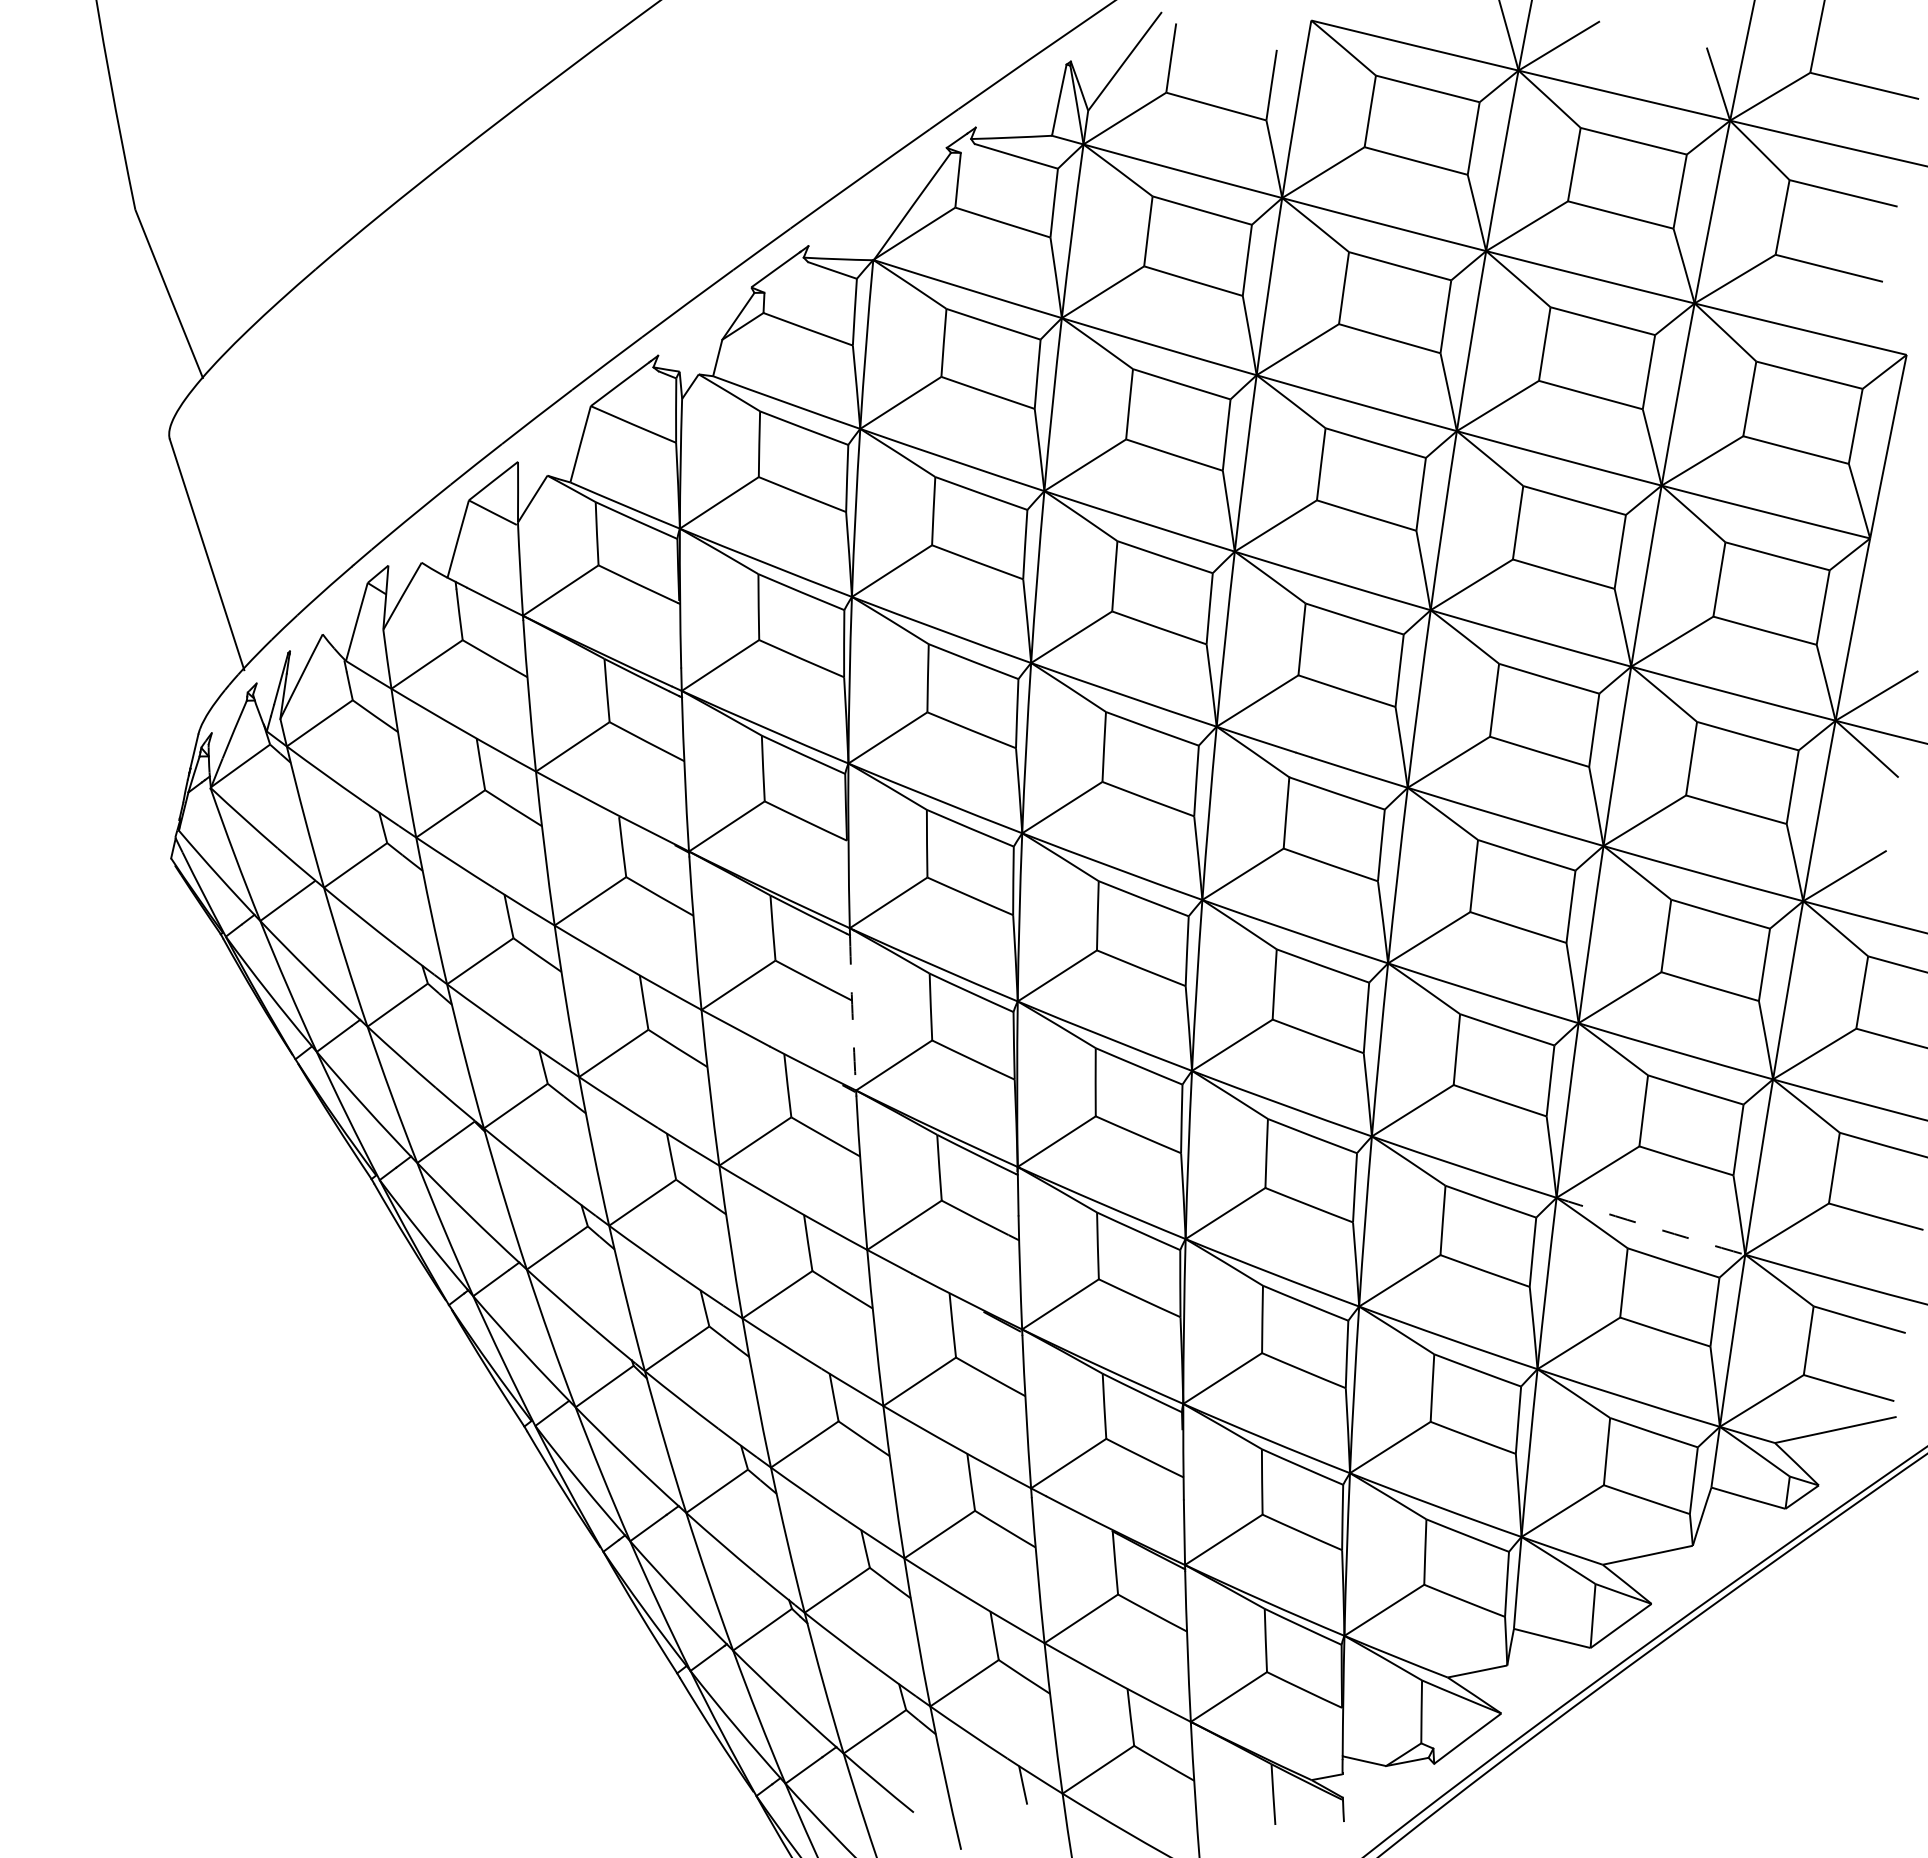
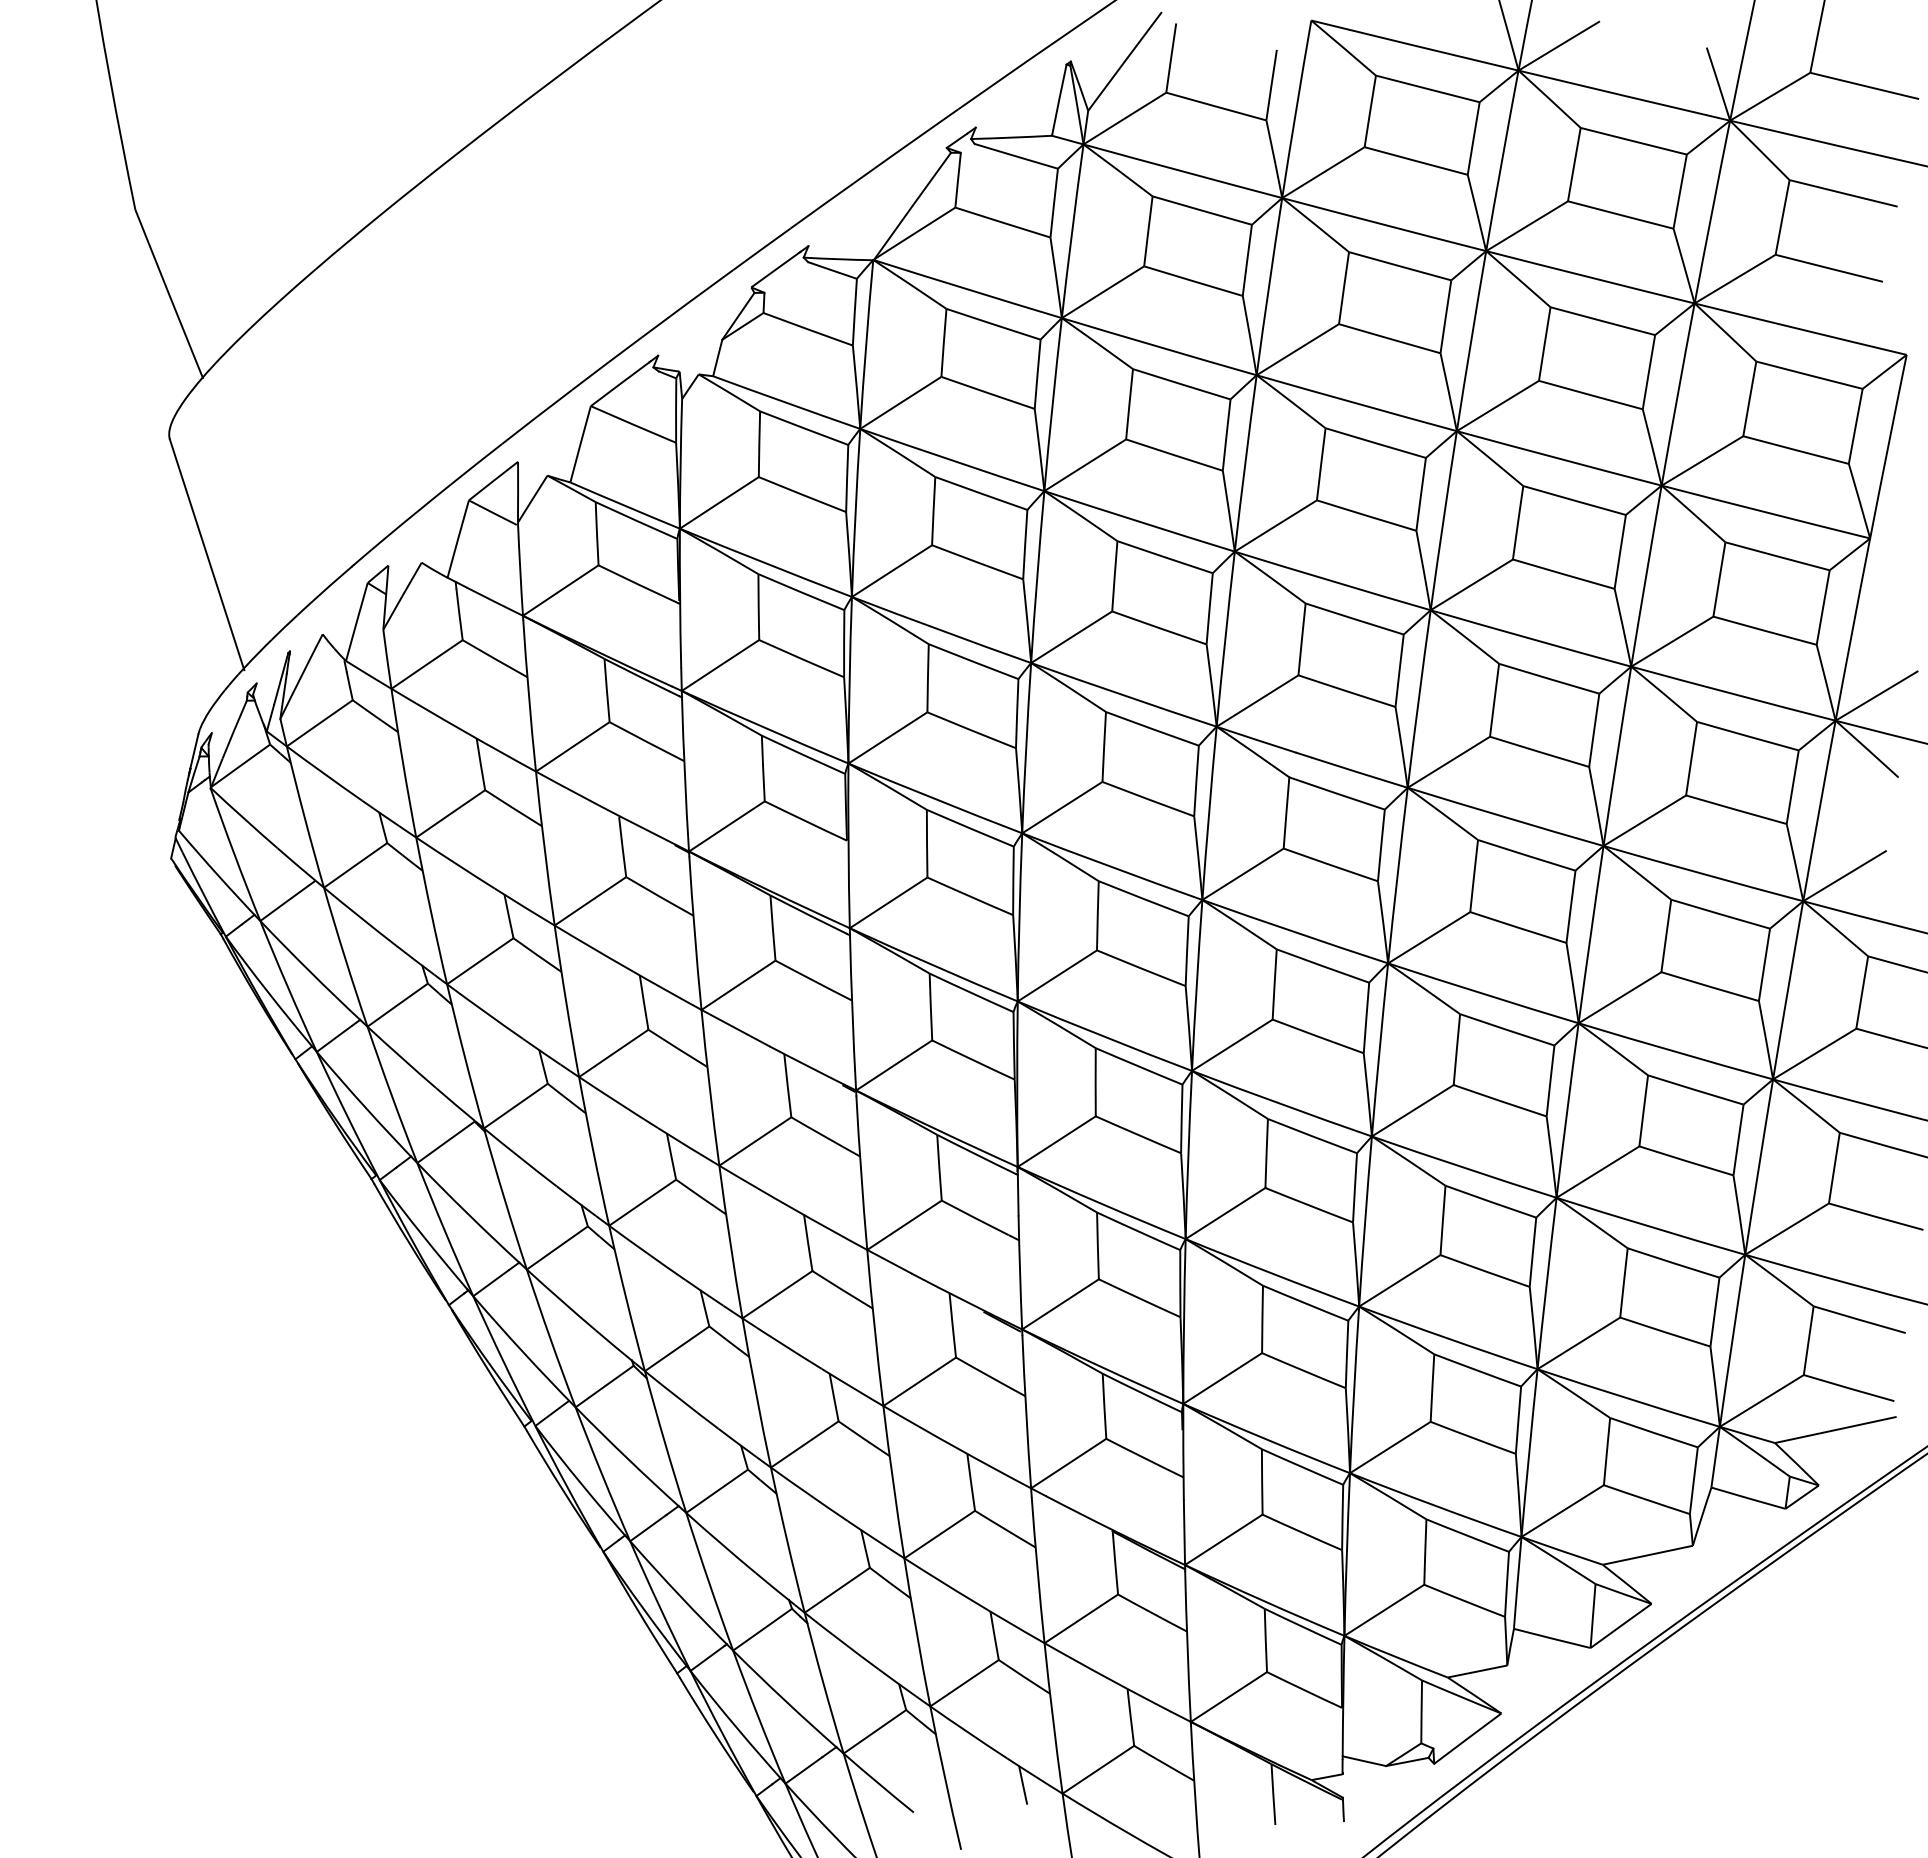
arc at (852, 1013): dashed -> solid
arc at (1650, 1226): dashed -> solid
